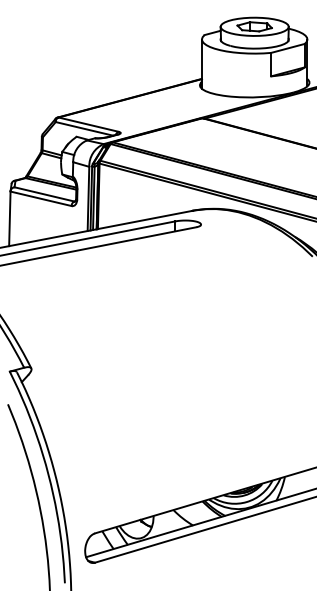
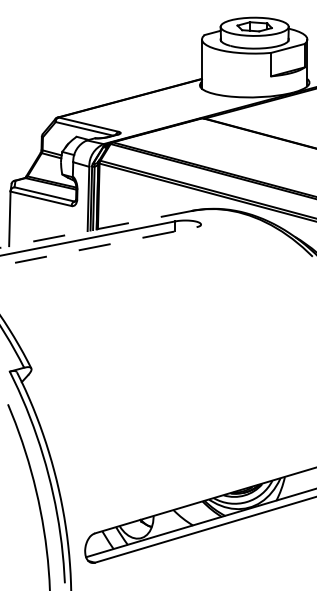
line at (96, 229): solid -> dashed
line at (98, 246): solid -> dashed
